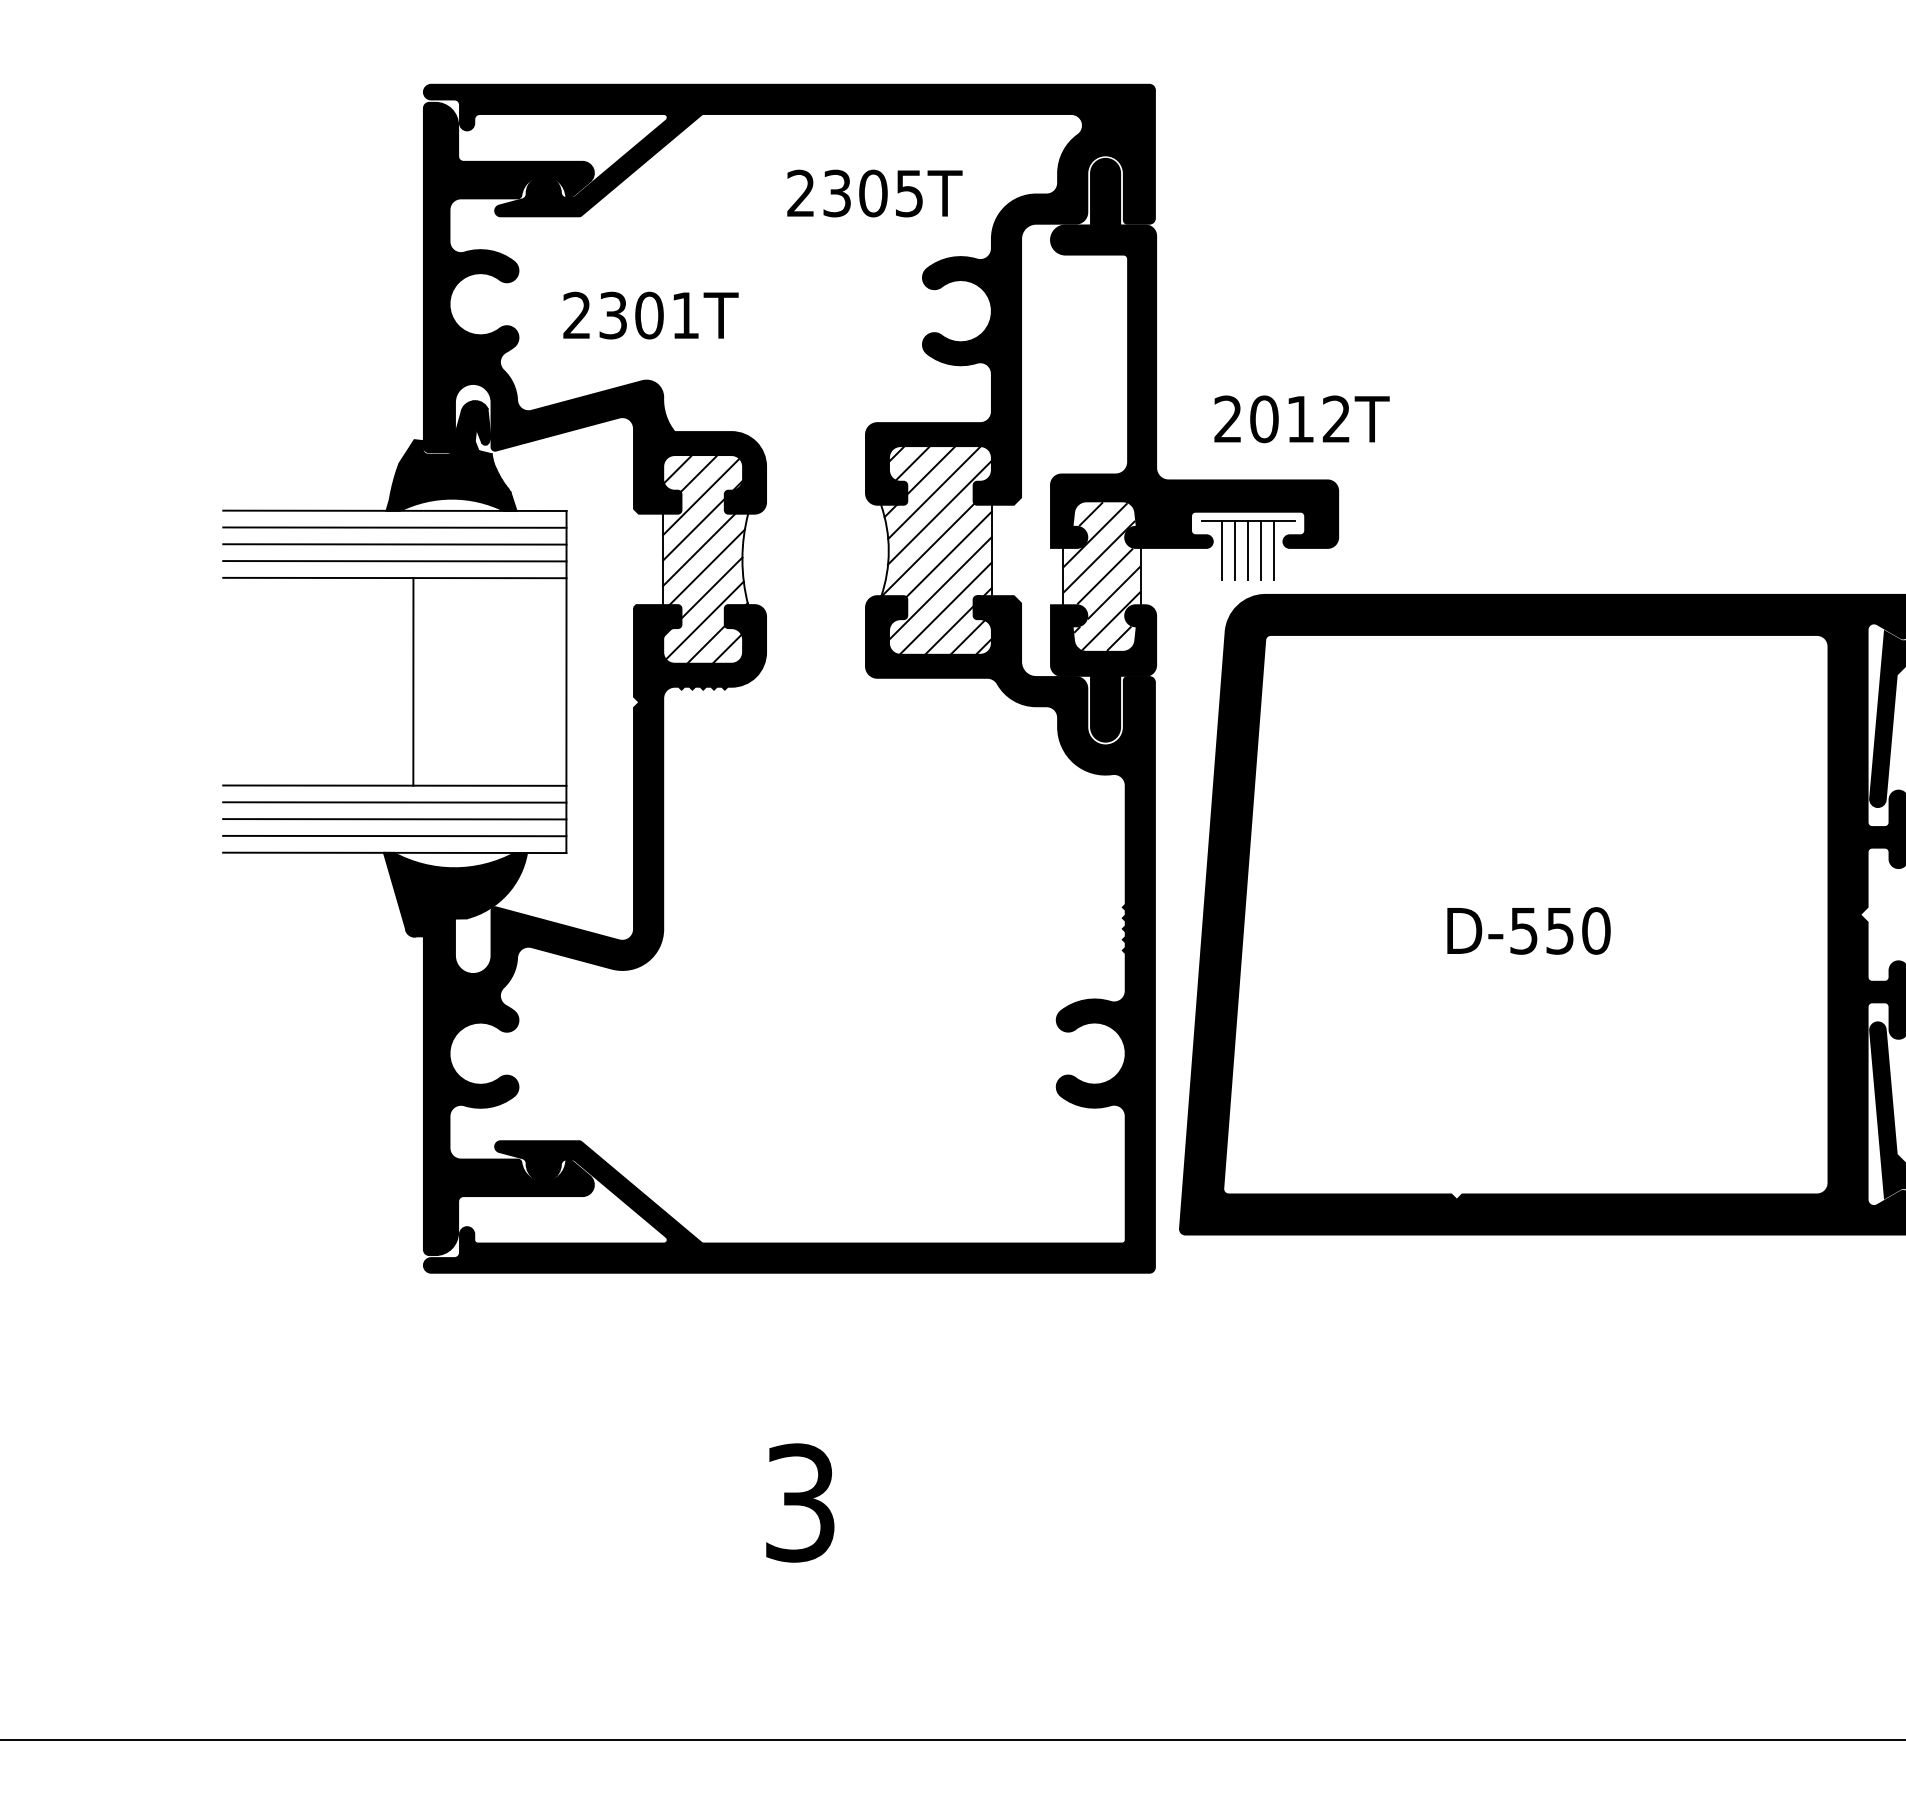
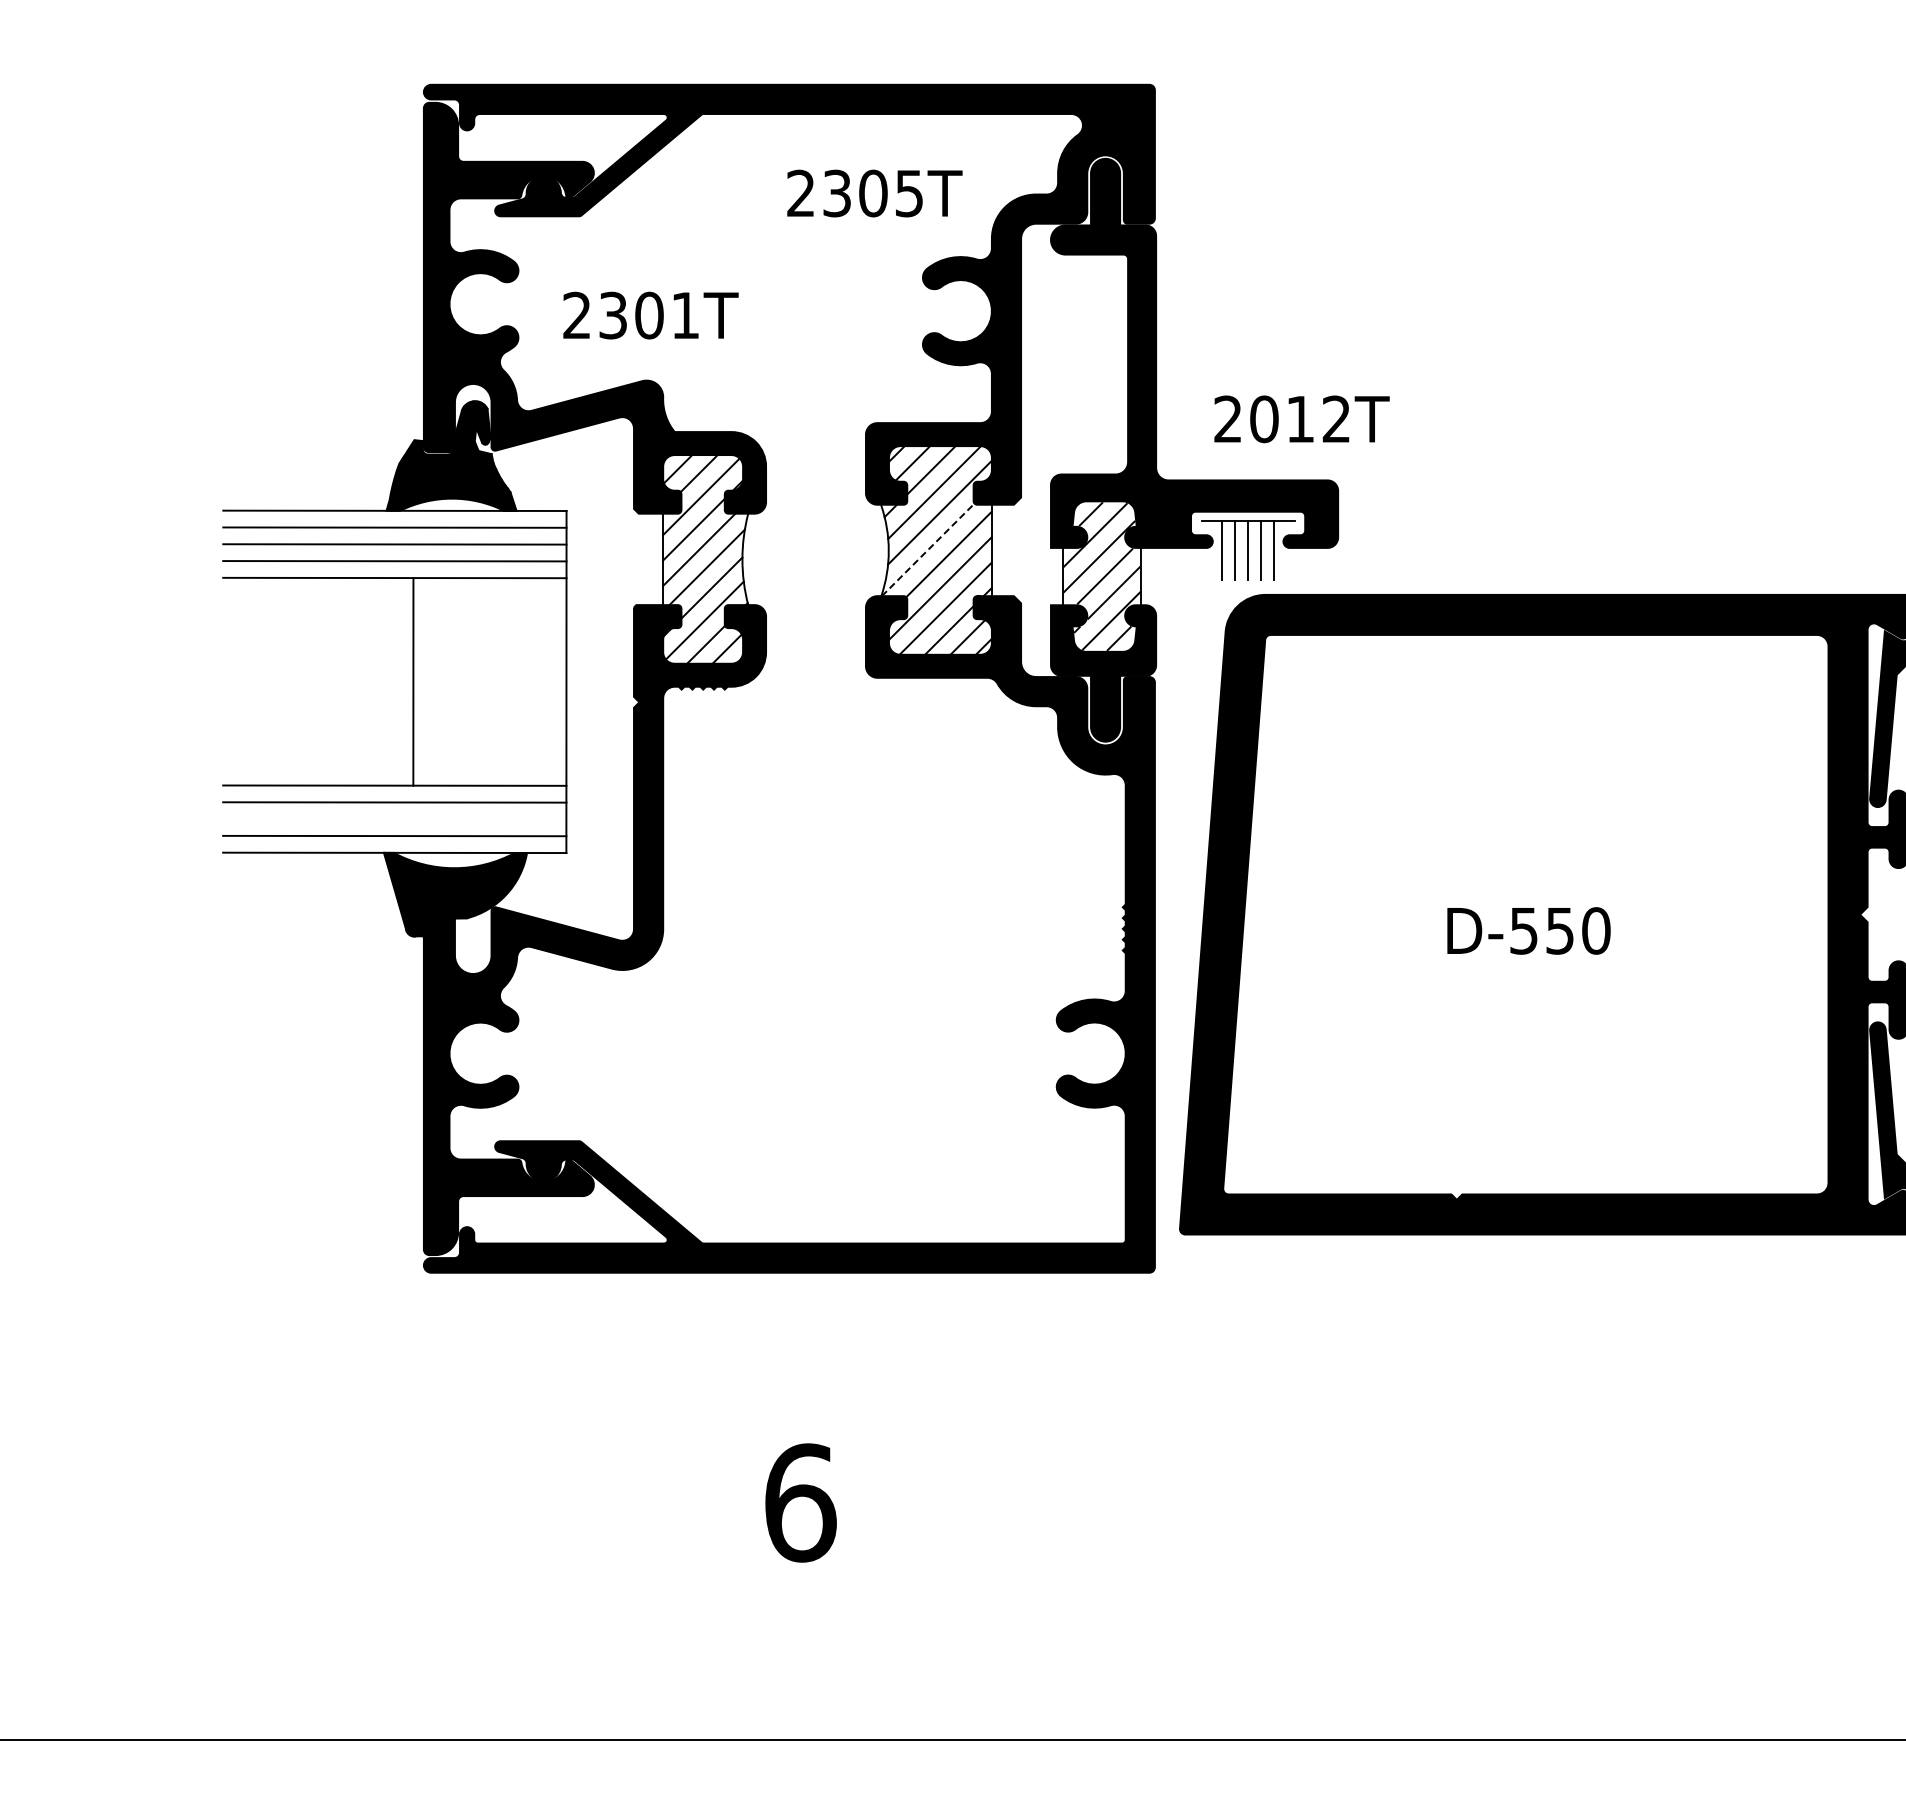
line at (928, 549): solid -> dashed
line at (394, 819): present -> none
text at (800, 1502): 3 -> 6
